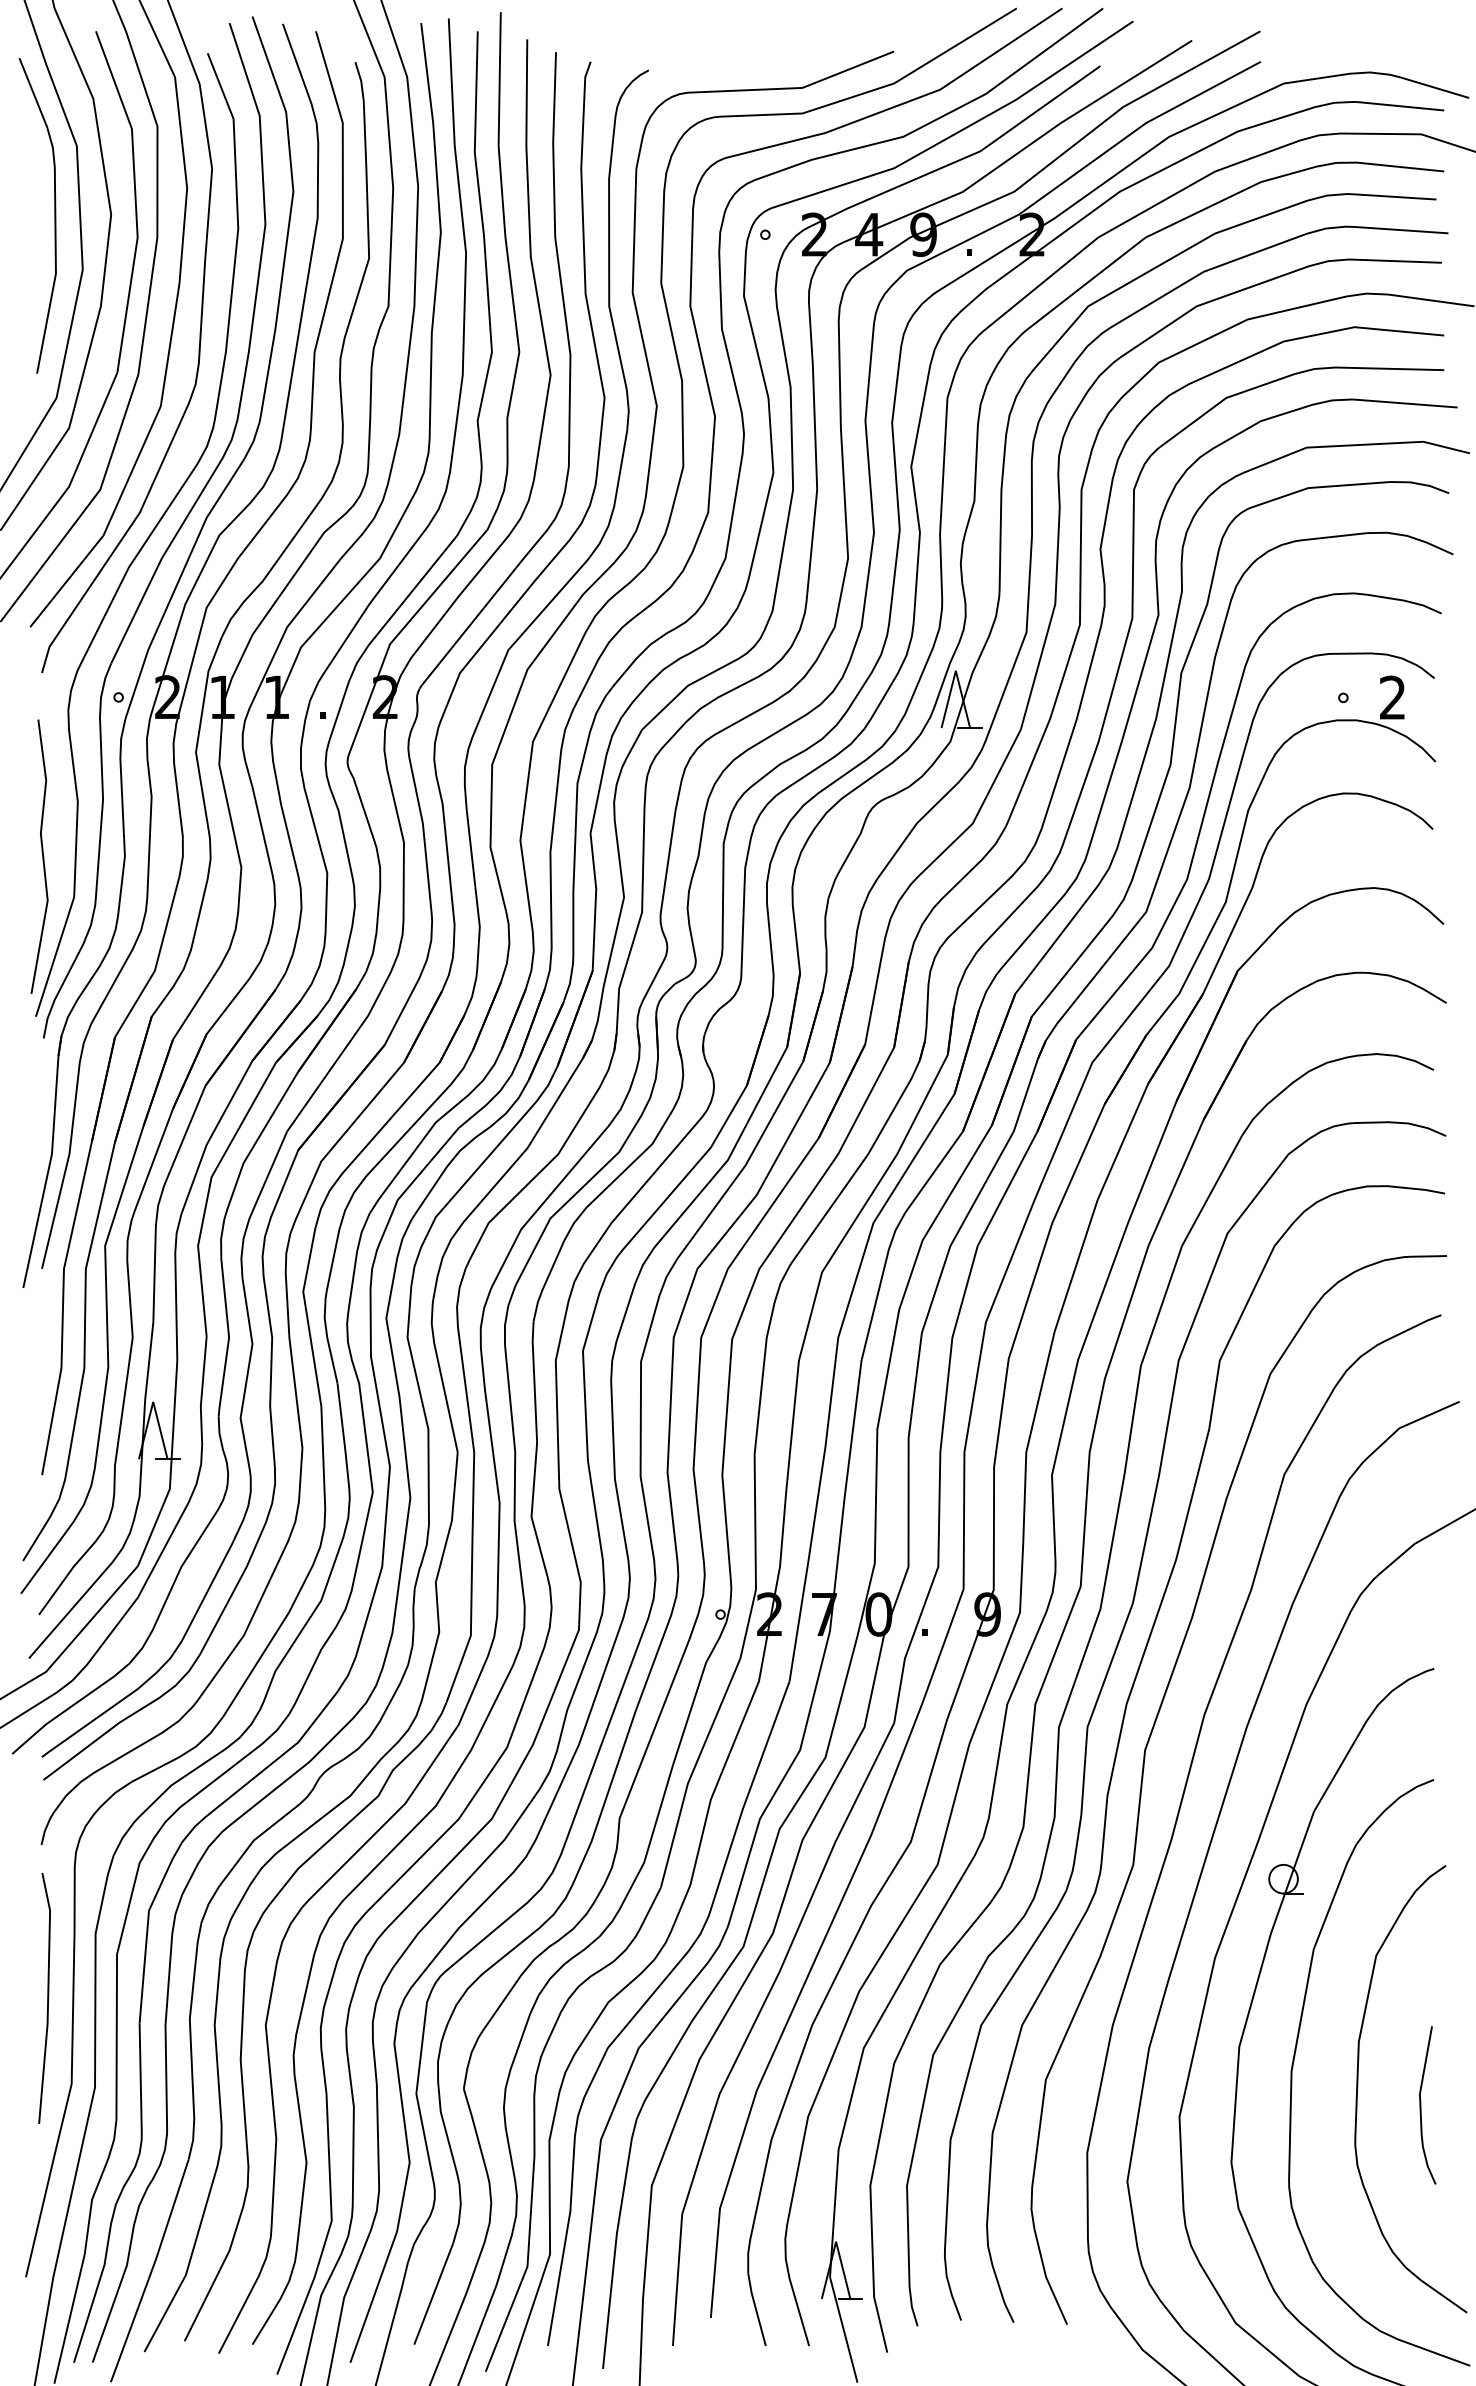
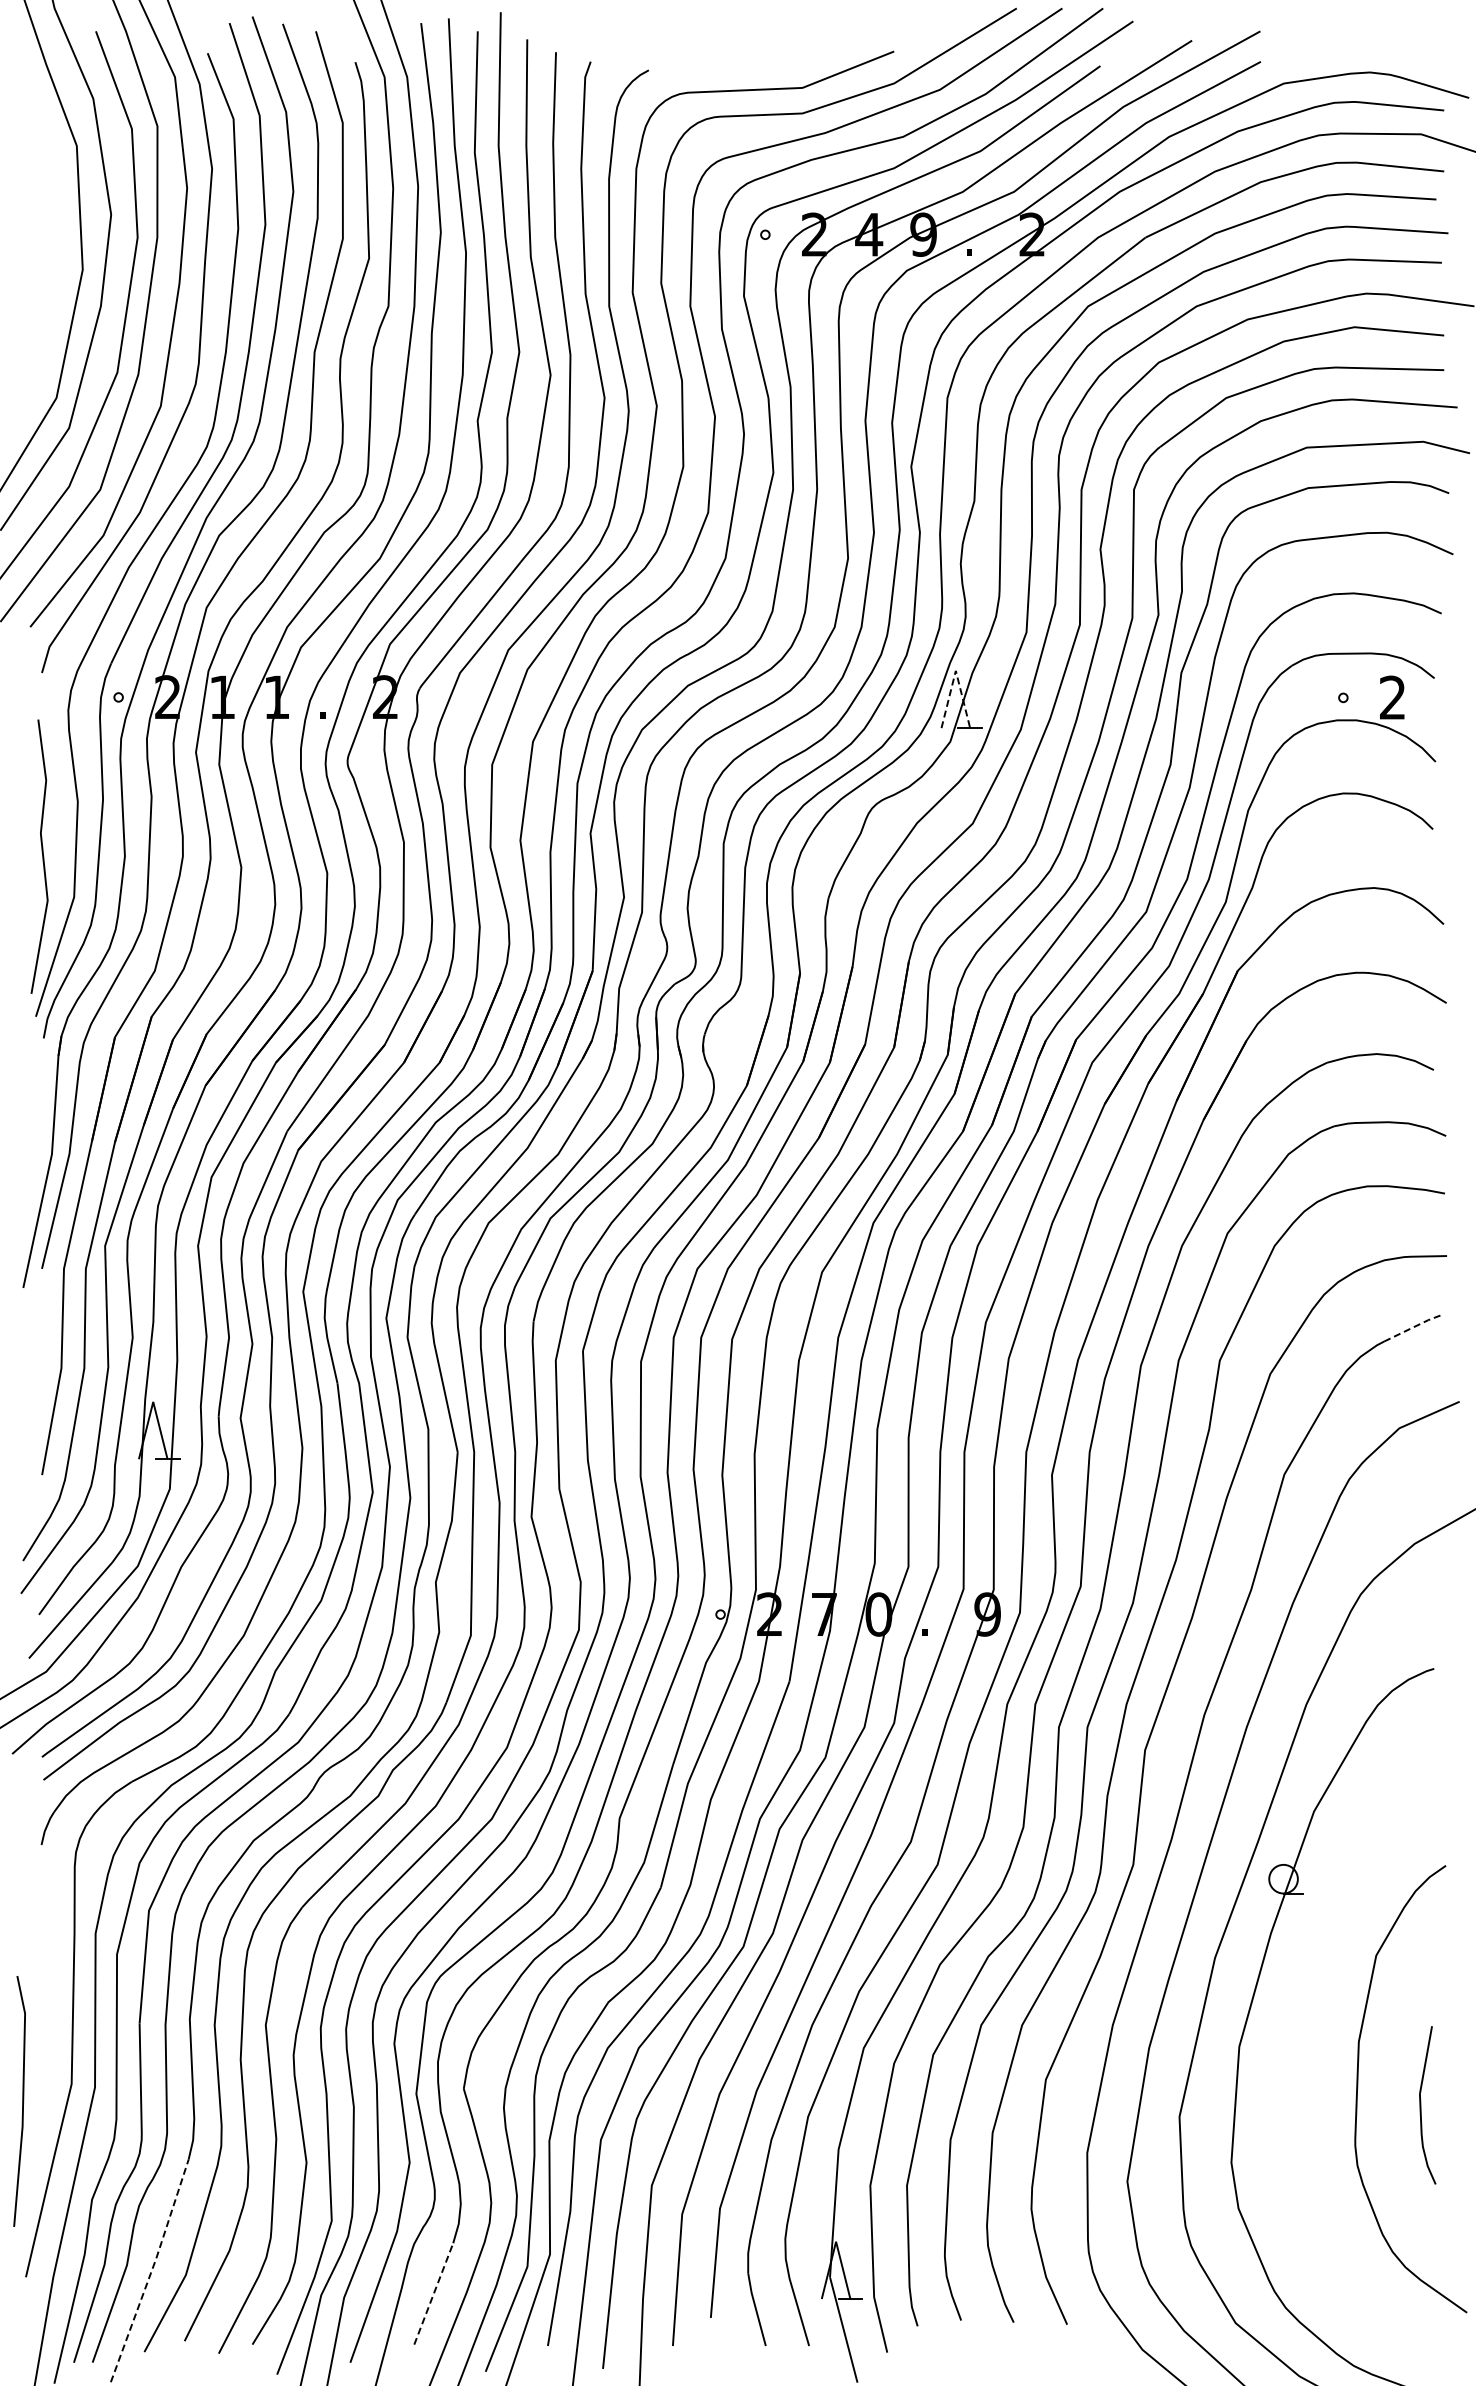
curve at (54, 215): present -> none
line at (955, 670): solid -> dashed
line at (1413, 1327): solid -> dashed
line at (47, 1998) position: (47, 1998) -> (22, 2101)
part at (1295, 2056): present -> none
line at (151, 2271): solid -> dashed
line at (433, 2293): solid -> dashed
